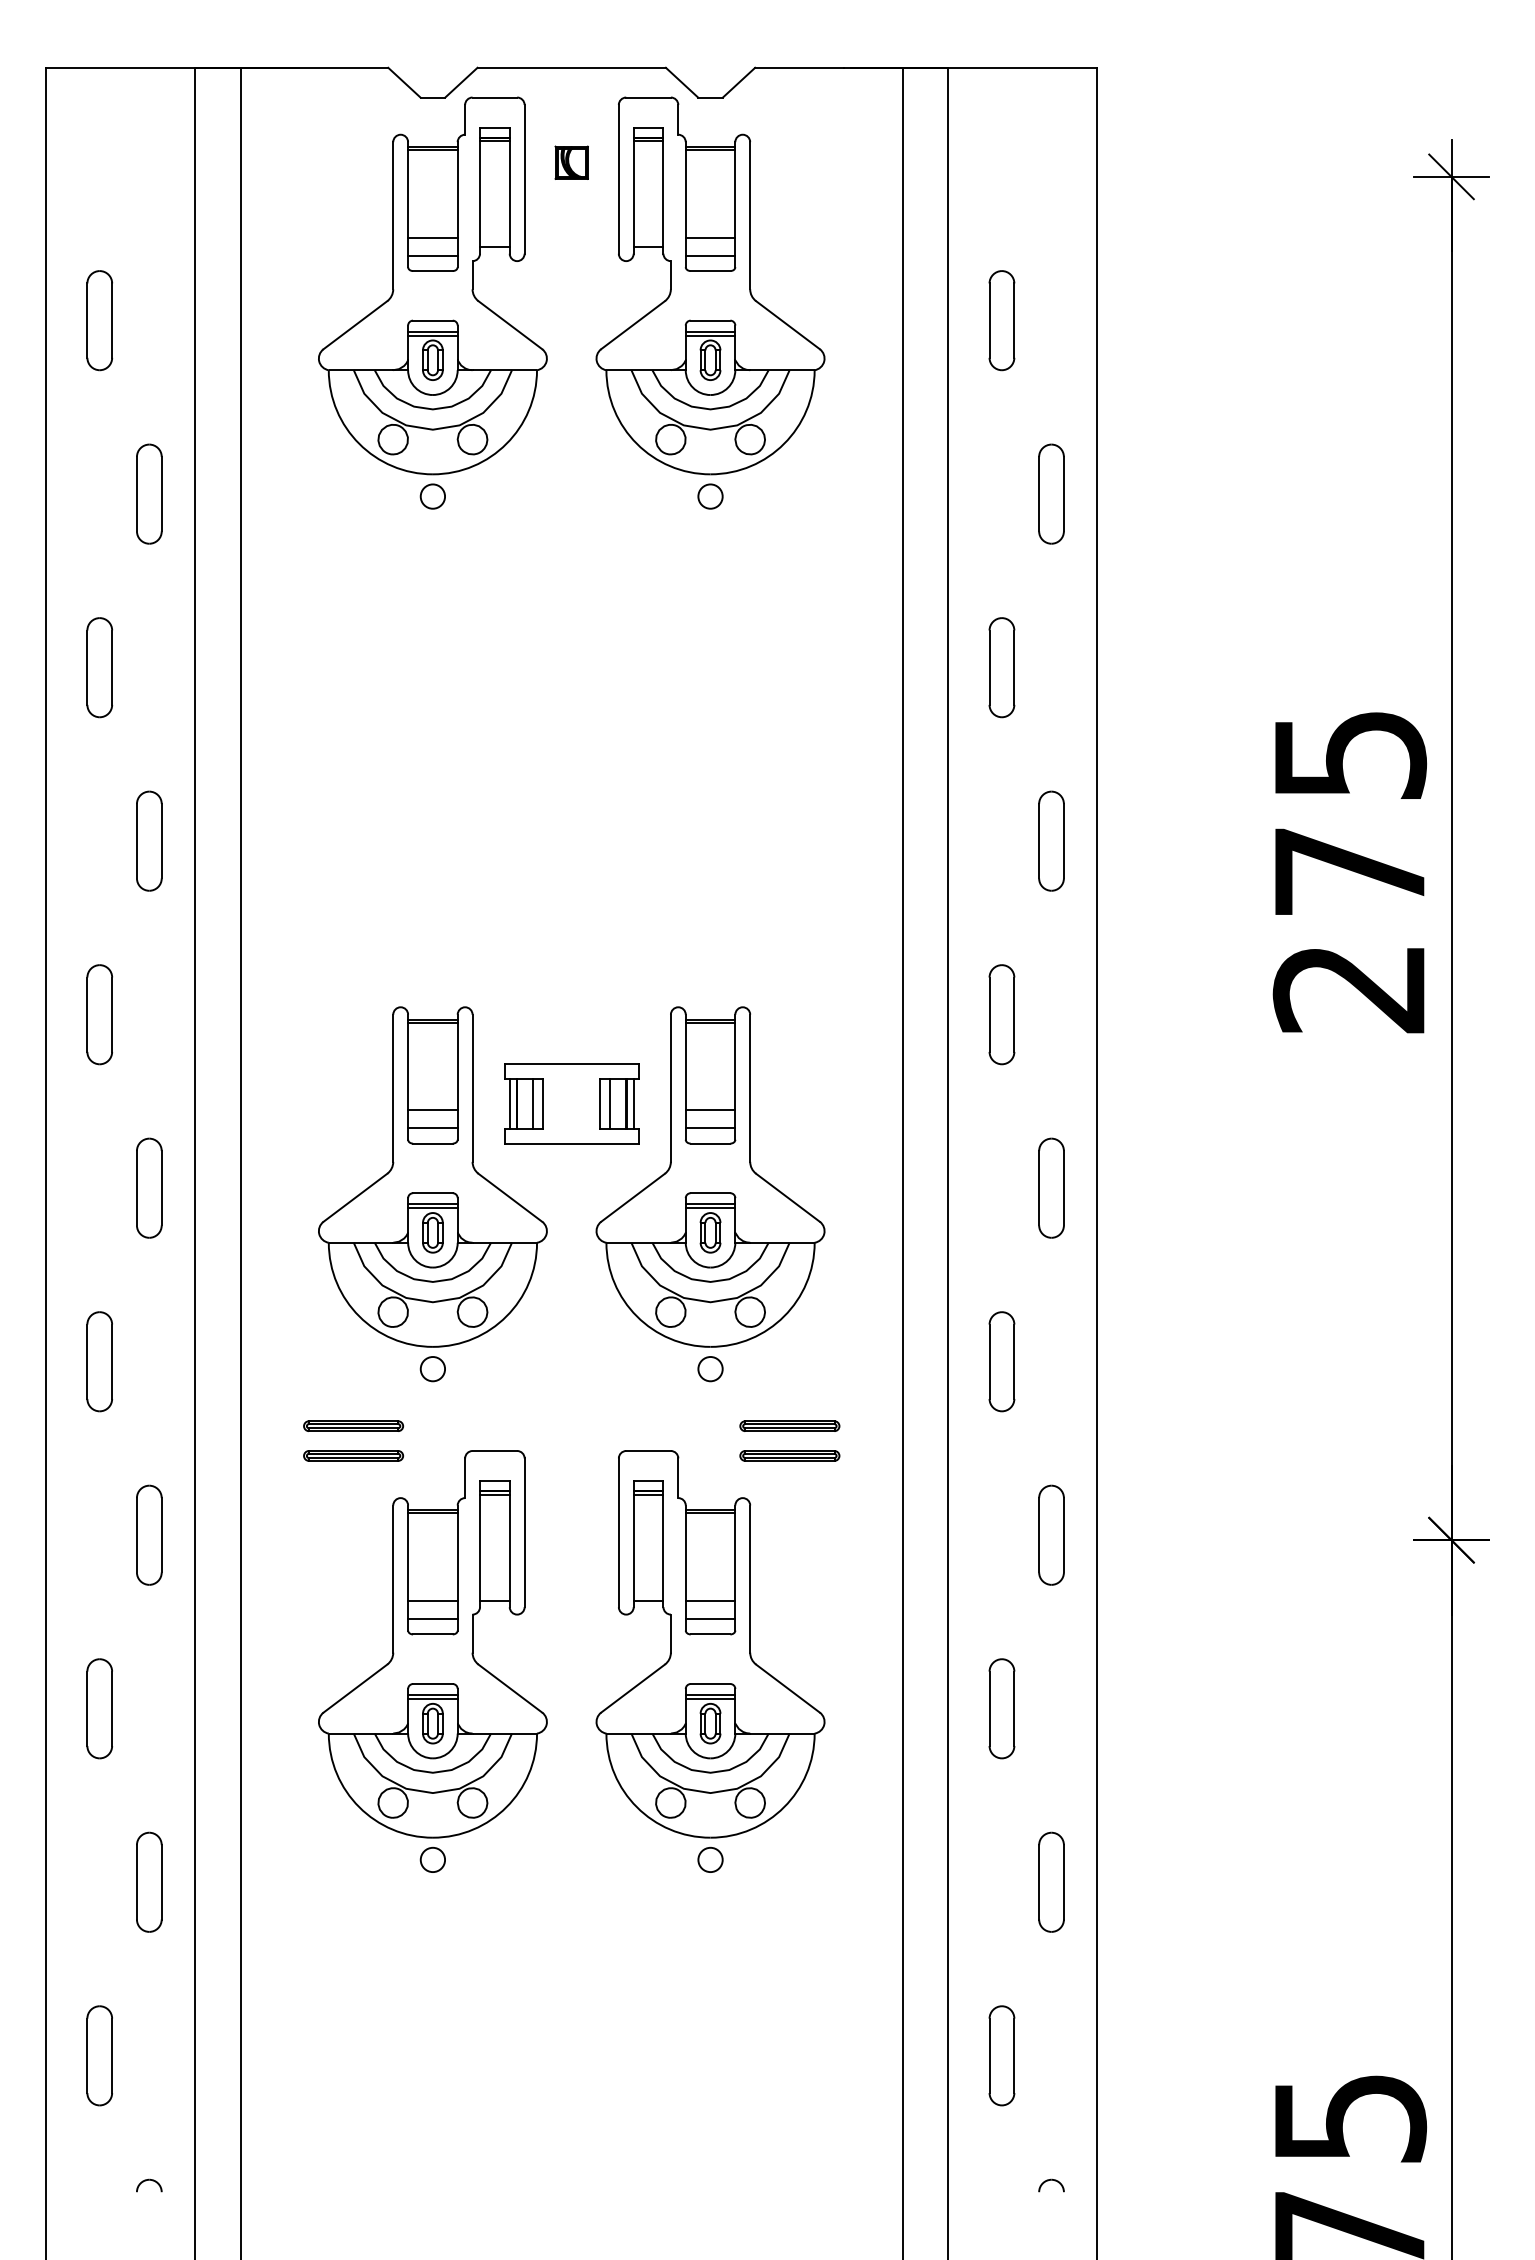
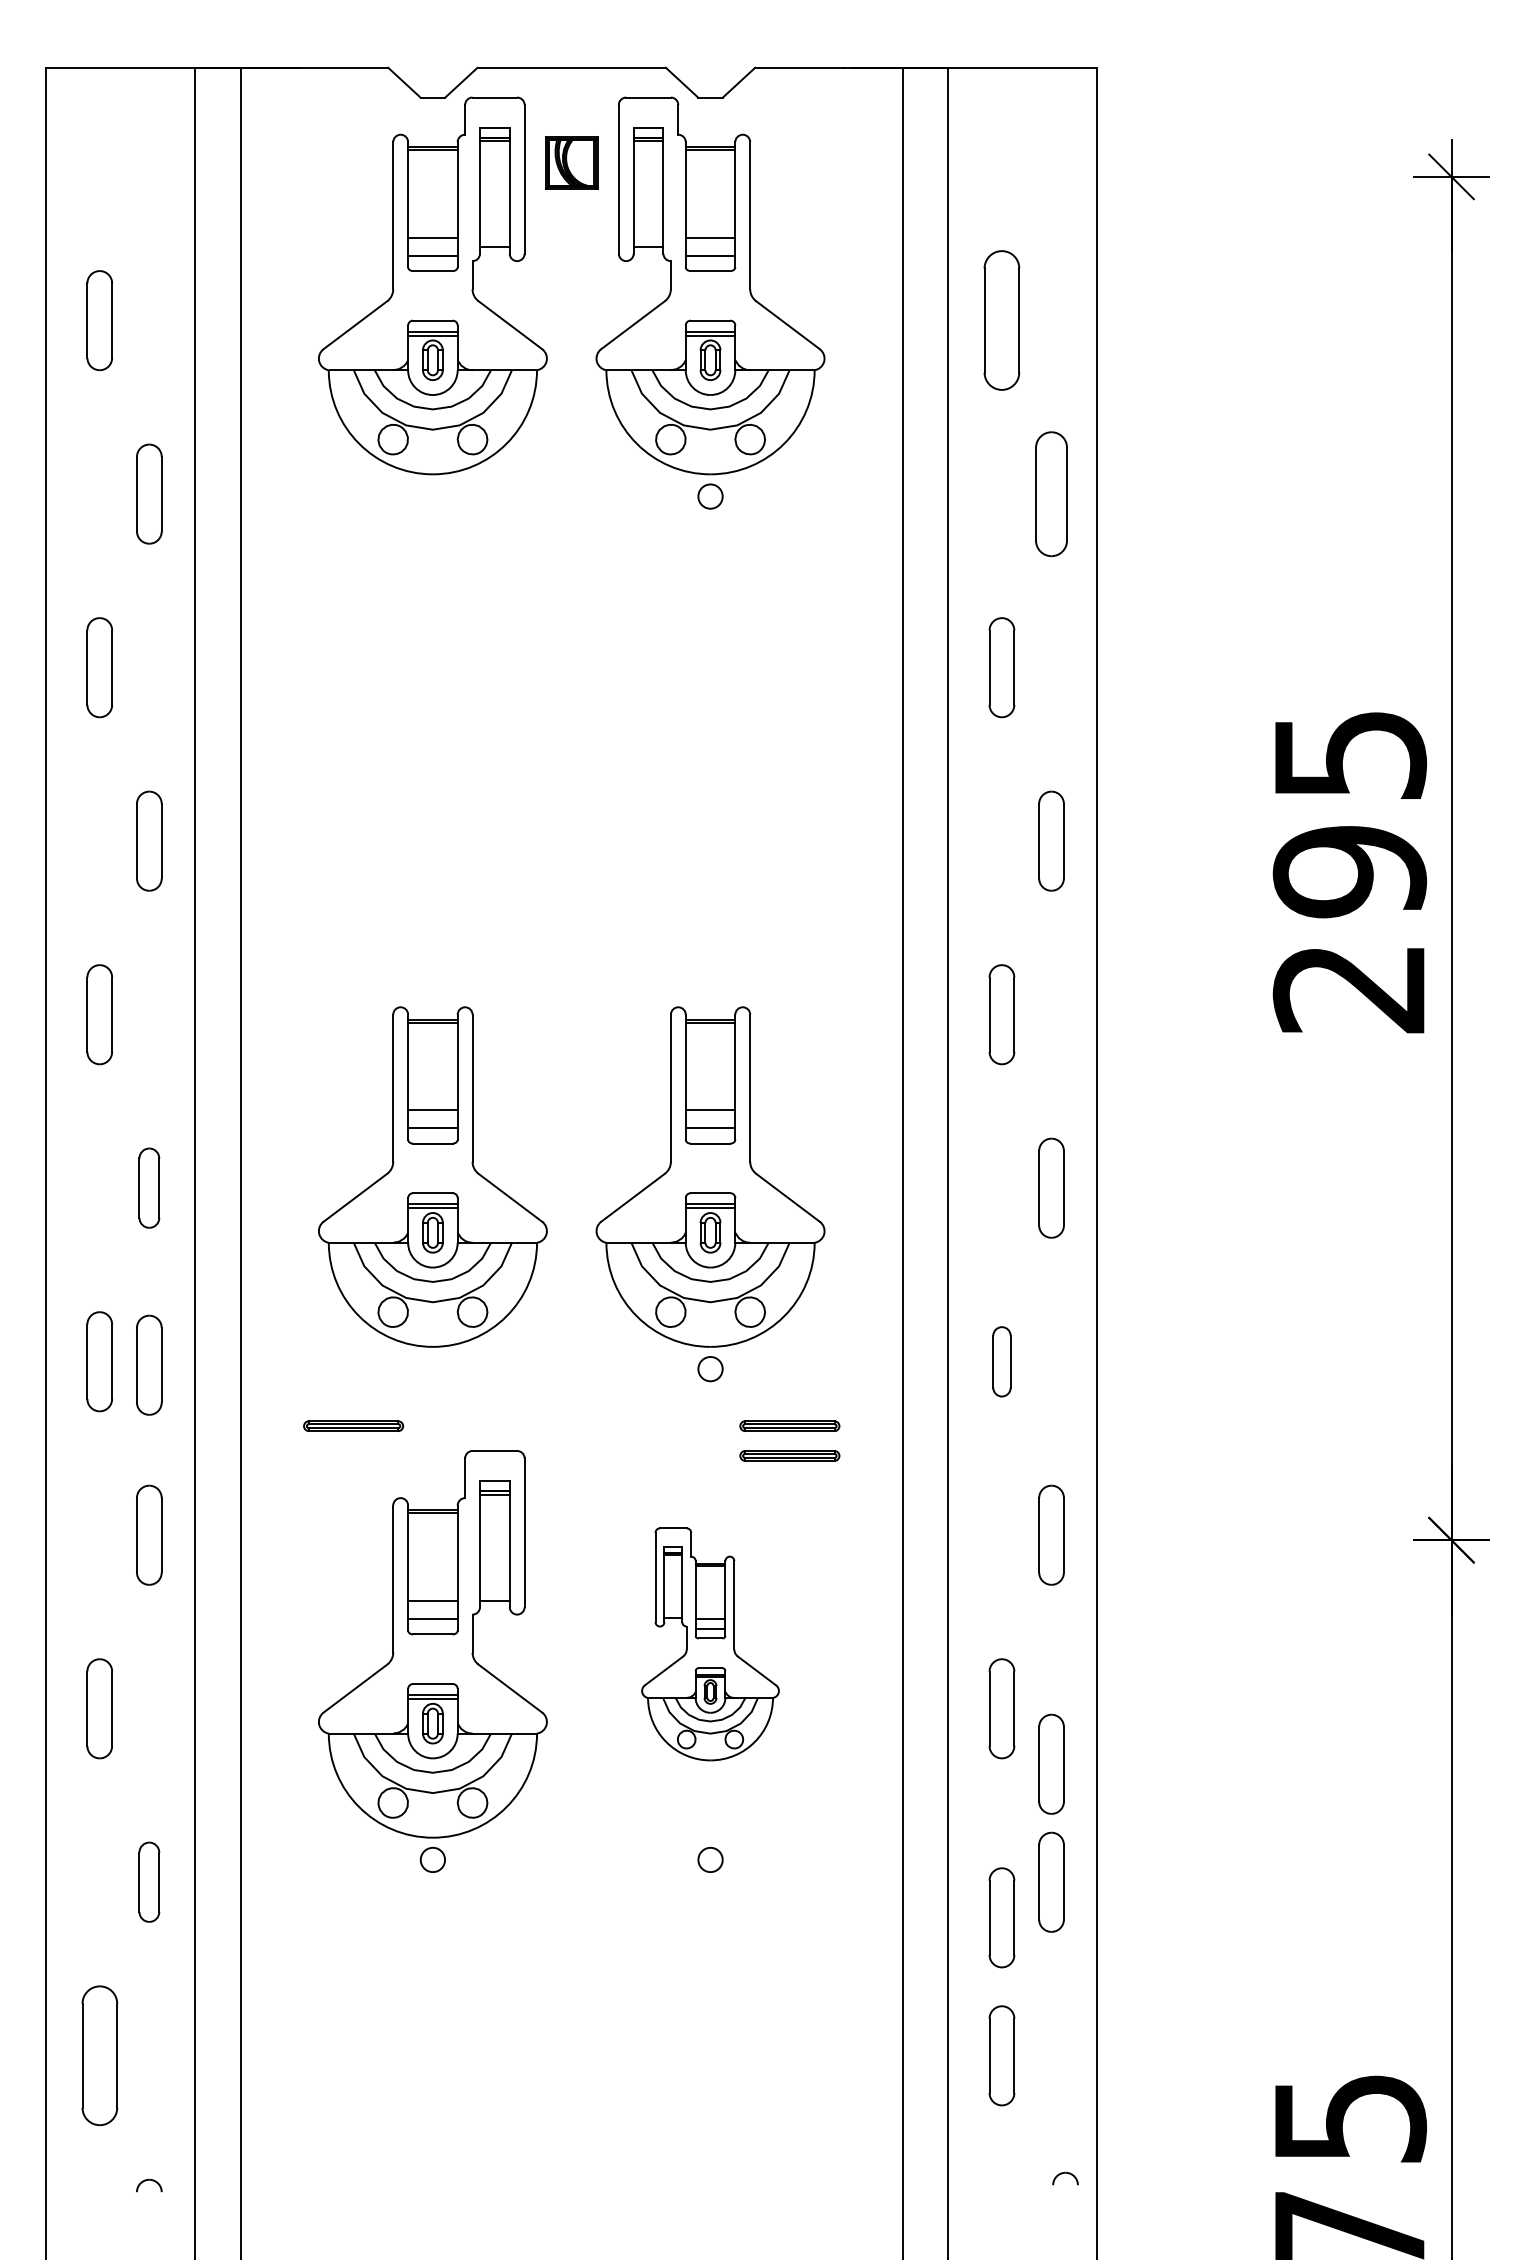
part at (571, 162) size: 35x35 px -> 54x54 px
part at (1001, 320) size: 28x102 px -> 38x141 px
part at (1051, 493) size: 27x102 px -> 33x127 px
circle at (432, 496): present -> none
text at (1349, 872): 275 -> 295
part at (571, 1103): present -> none
part at (149, 1187) size: 27x102 px -> 23x82 px
part at (1001, 1361) size: 28x102 px -> 20x72 px
part at (149, 1364): none -> present
circle at (432, 1369): present -> none
part at (353, 1455): present -> none
part at (710, 1644) size: 231x389 px -> 139x235 px
part at (1051, 1763): none -> present
part at (149, 1881) size: 27x102 px -> 23x82 px
part at (1001, 1917): none -> present
part at (99, 2055) size: 27x102 px -> 38x142 px
part at (1051, 2185) position: (1051, 2185) -> (1065, 2178)
